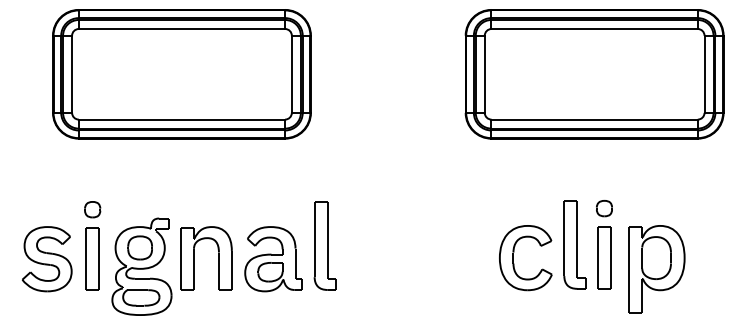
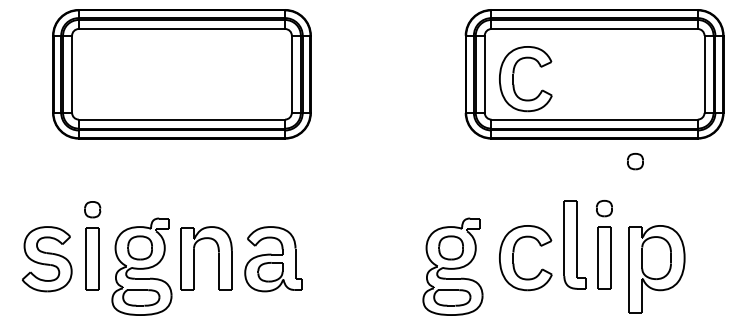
part at (513, 79): none -> present
part at (635, 161): none -> present
part at (324, 245): present -> none
part at (452, 266): none -> present
